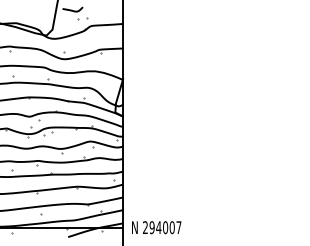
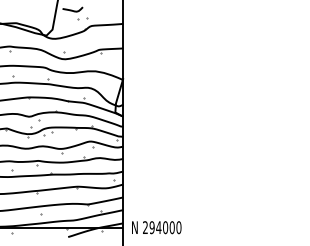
text at (178, 227): 294007 -> 294000
